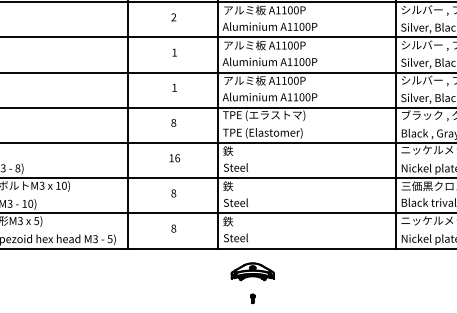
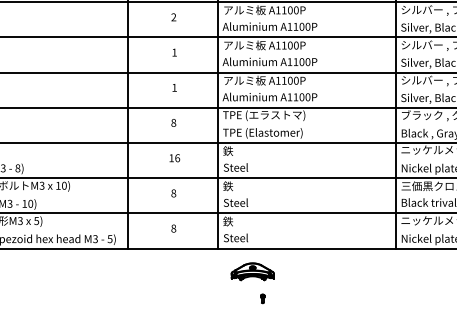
part at (252, 298) position: (252, 298) -> (262, 298)
